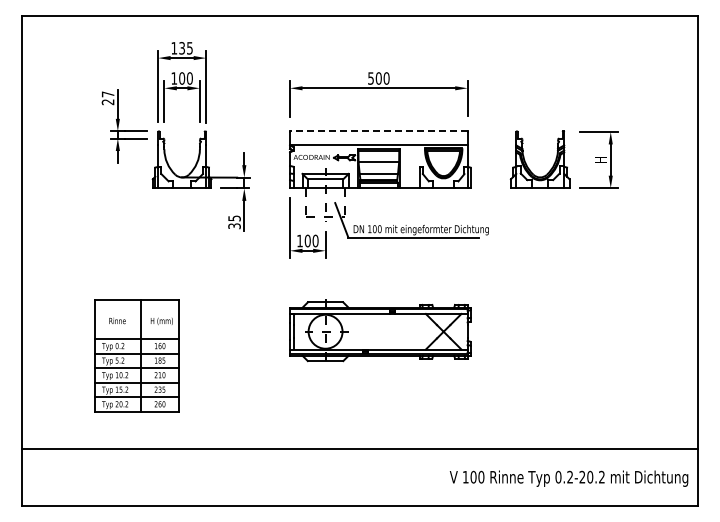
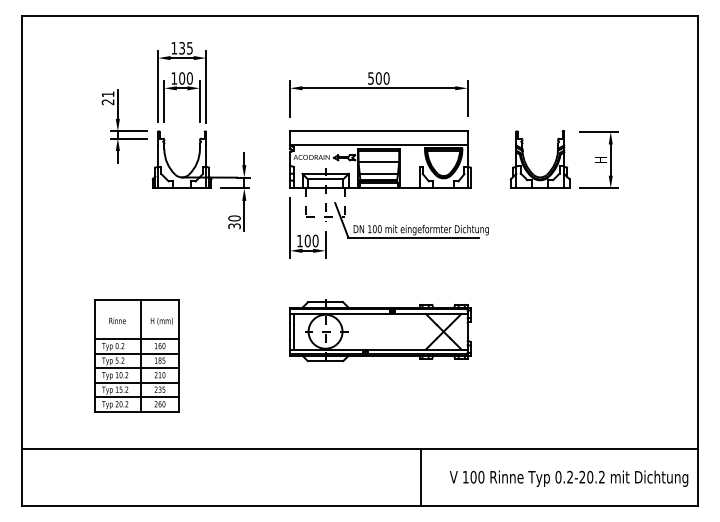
text at (108, 94): 27 -> 21
line at (378, 131): dashed -> solid
text at (234, 218): 35 -> 30
line at (420, 477): none -> present
